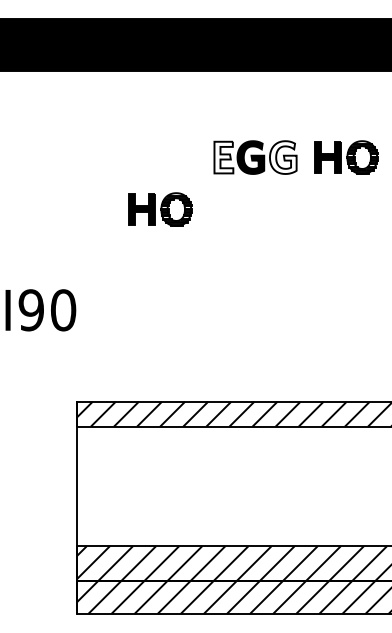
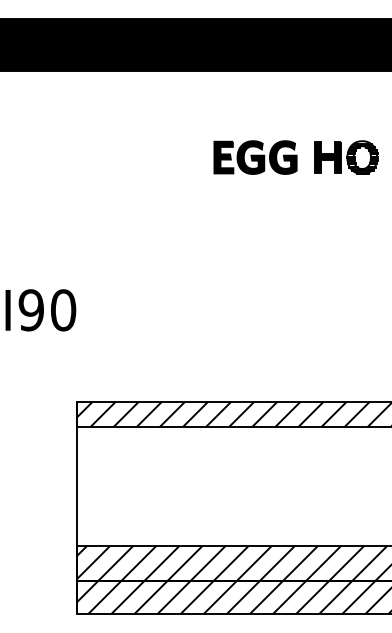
fill at (223, 157): none -> present
fill at (282, 157): none -> present
part at (160, 209): present -> none
